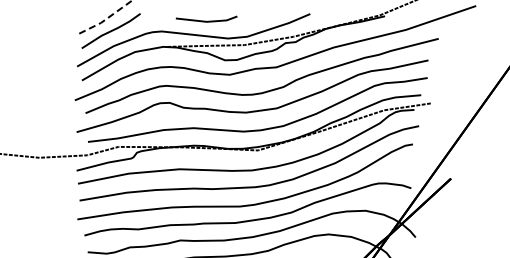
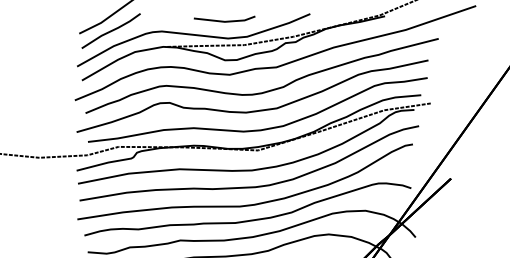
line at (106, 18): dashed -> solid
line at (206, 20) position: (206, 20) -> (224, 20)
